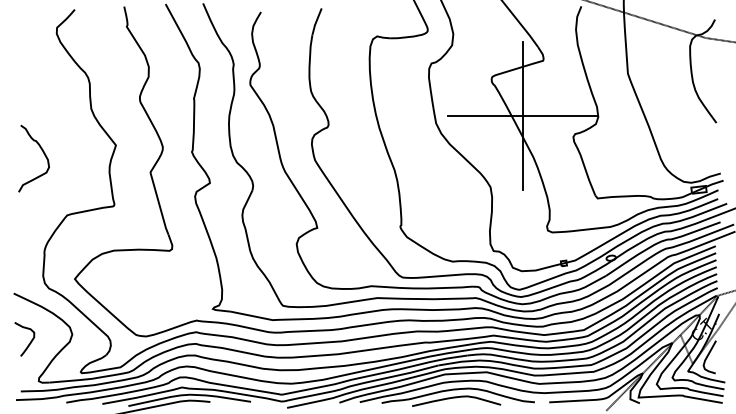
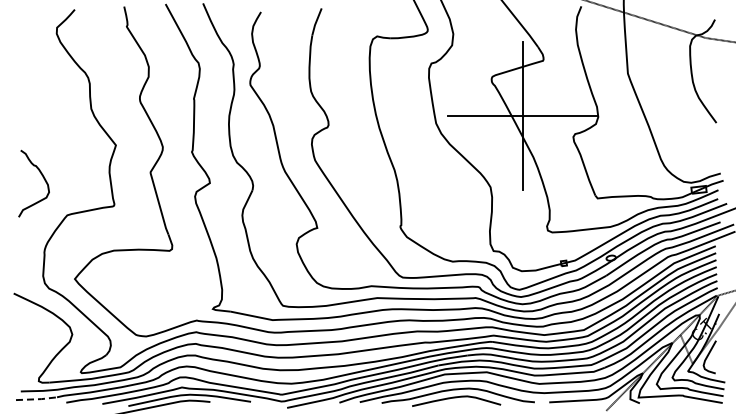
curve at (42, 152) position: (42, 152) -> (42, 177)
curve at (29, 342): present -> none
line at (37, 399): solid -> dashed
